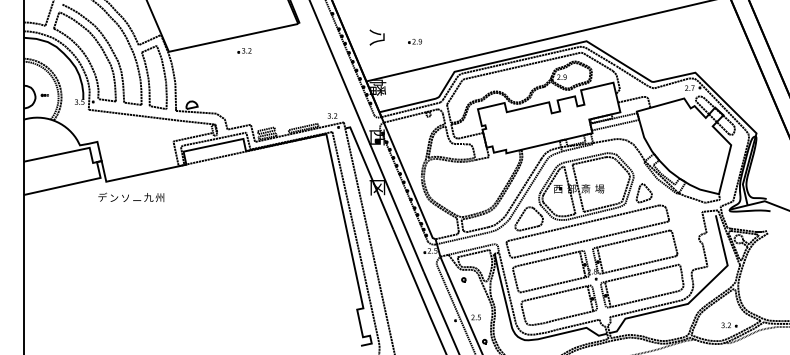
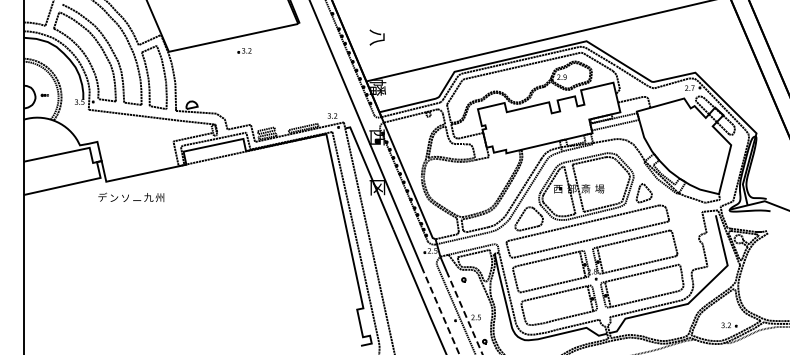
part at (414, 41): present -> none
line at (441, 313): solid -> dashed
line at (464, 313): solid -> dashed
